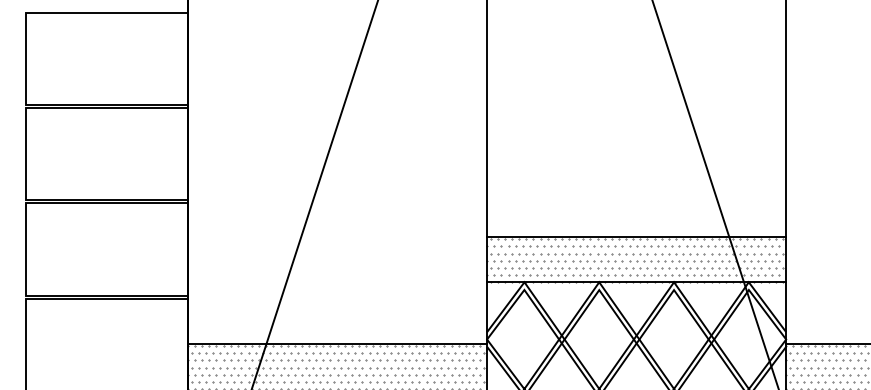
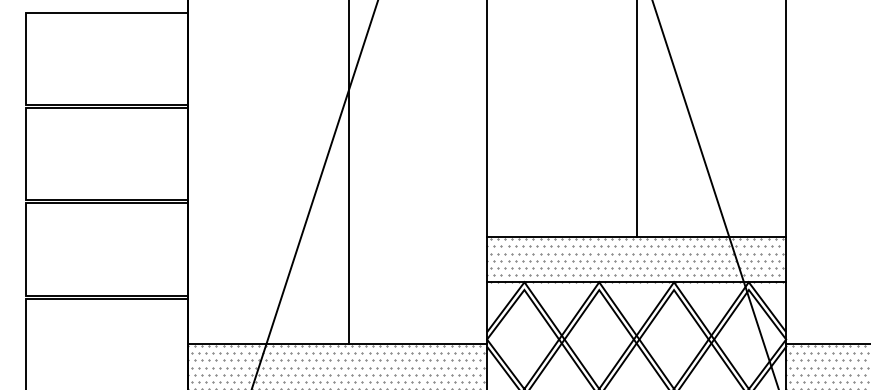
line at (636, 119): none -> present
line at (348, 173): none -> present
